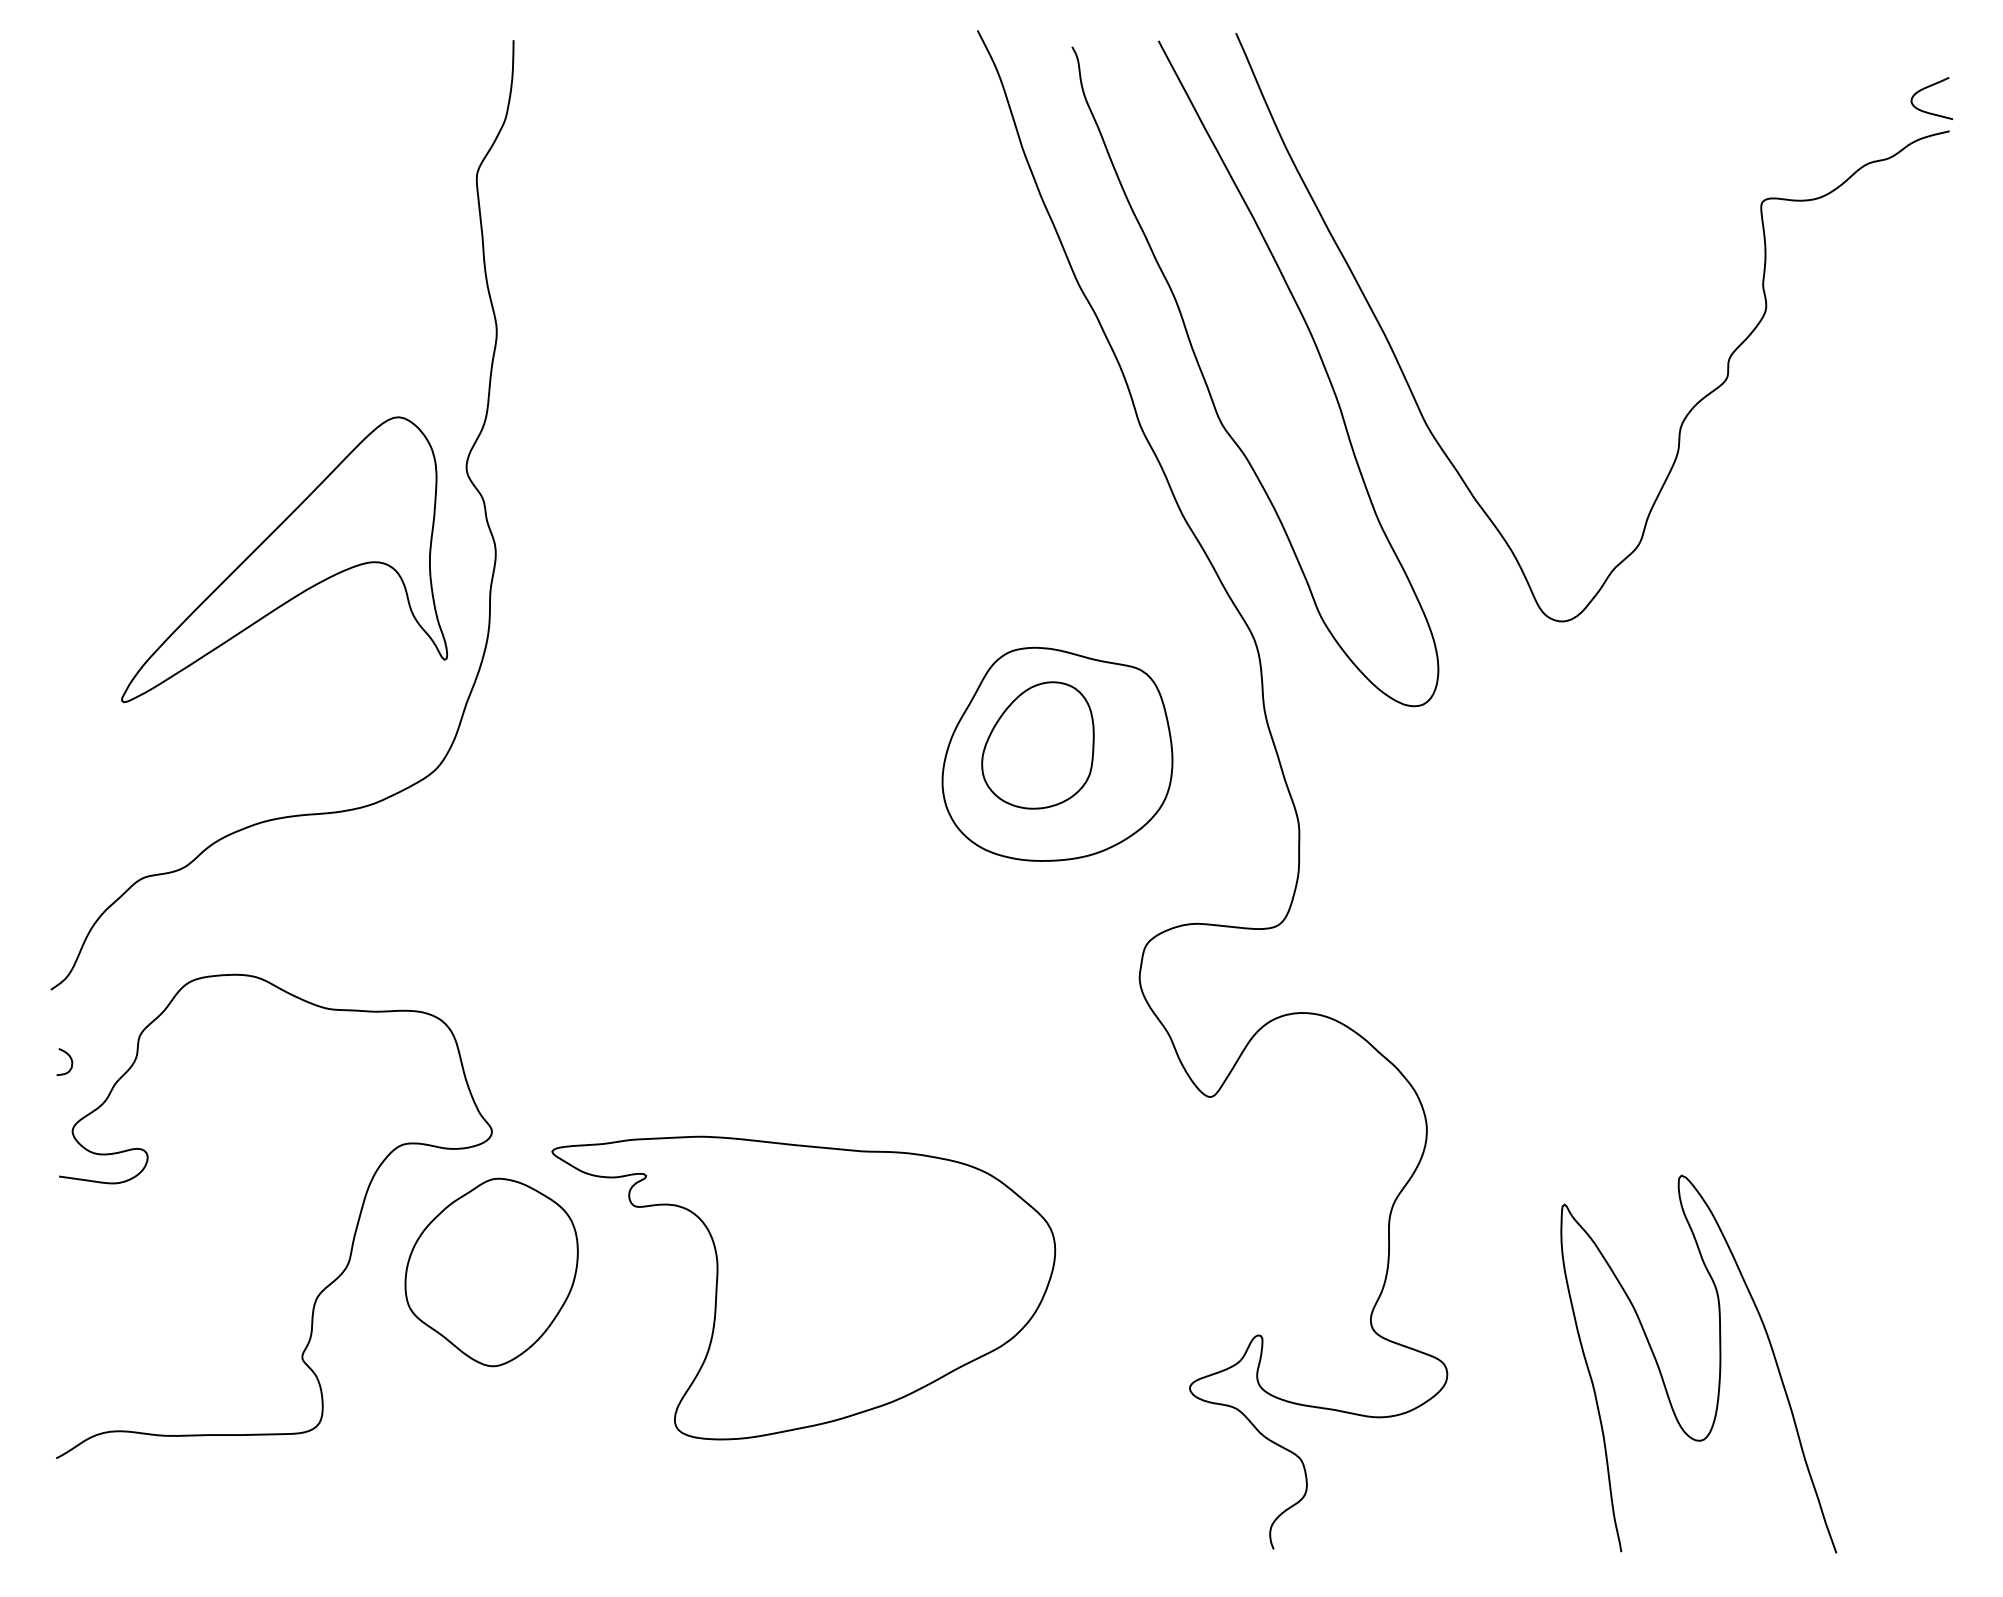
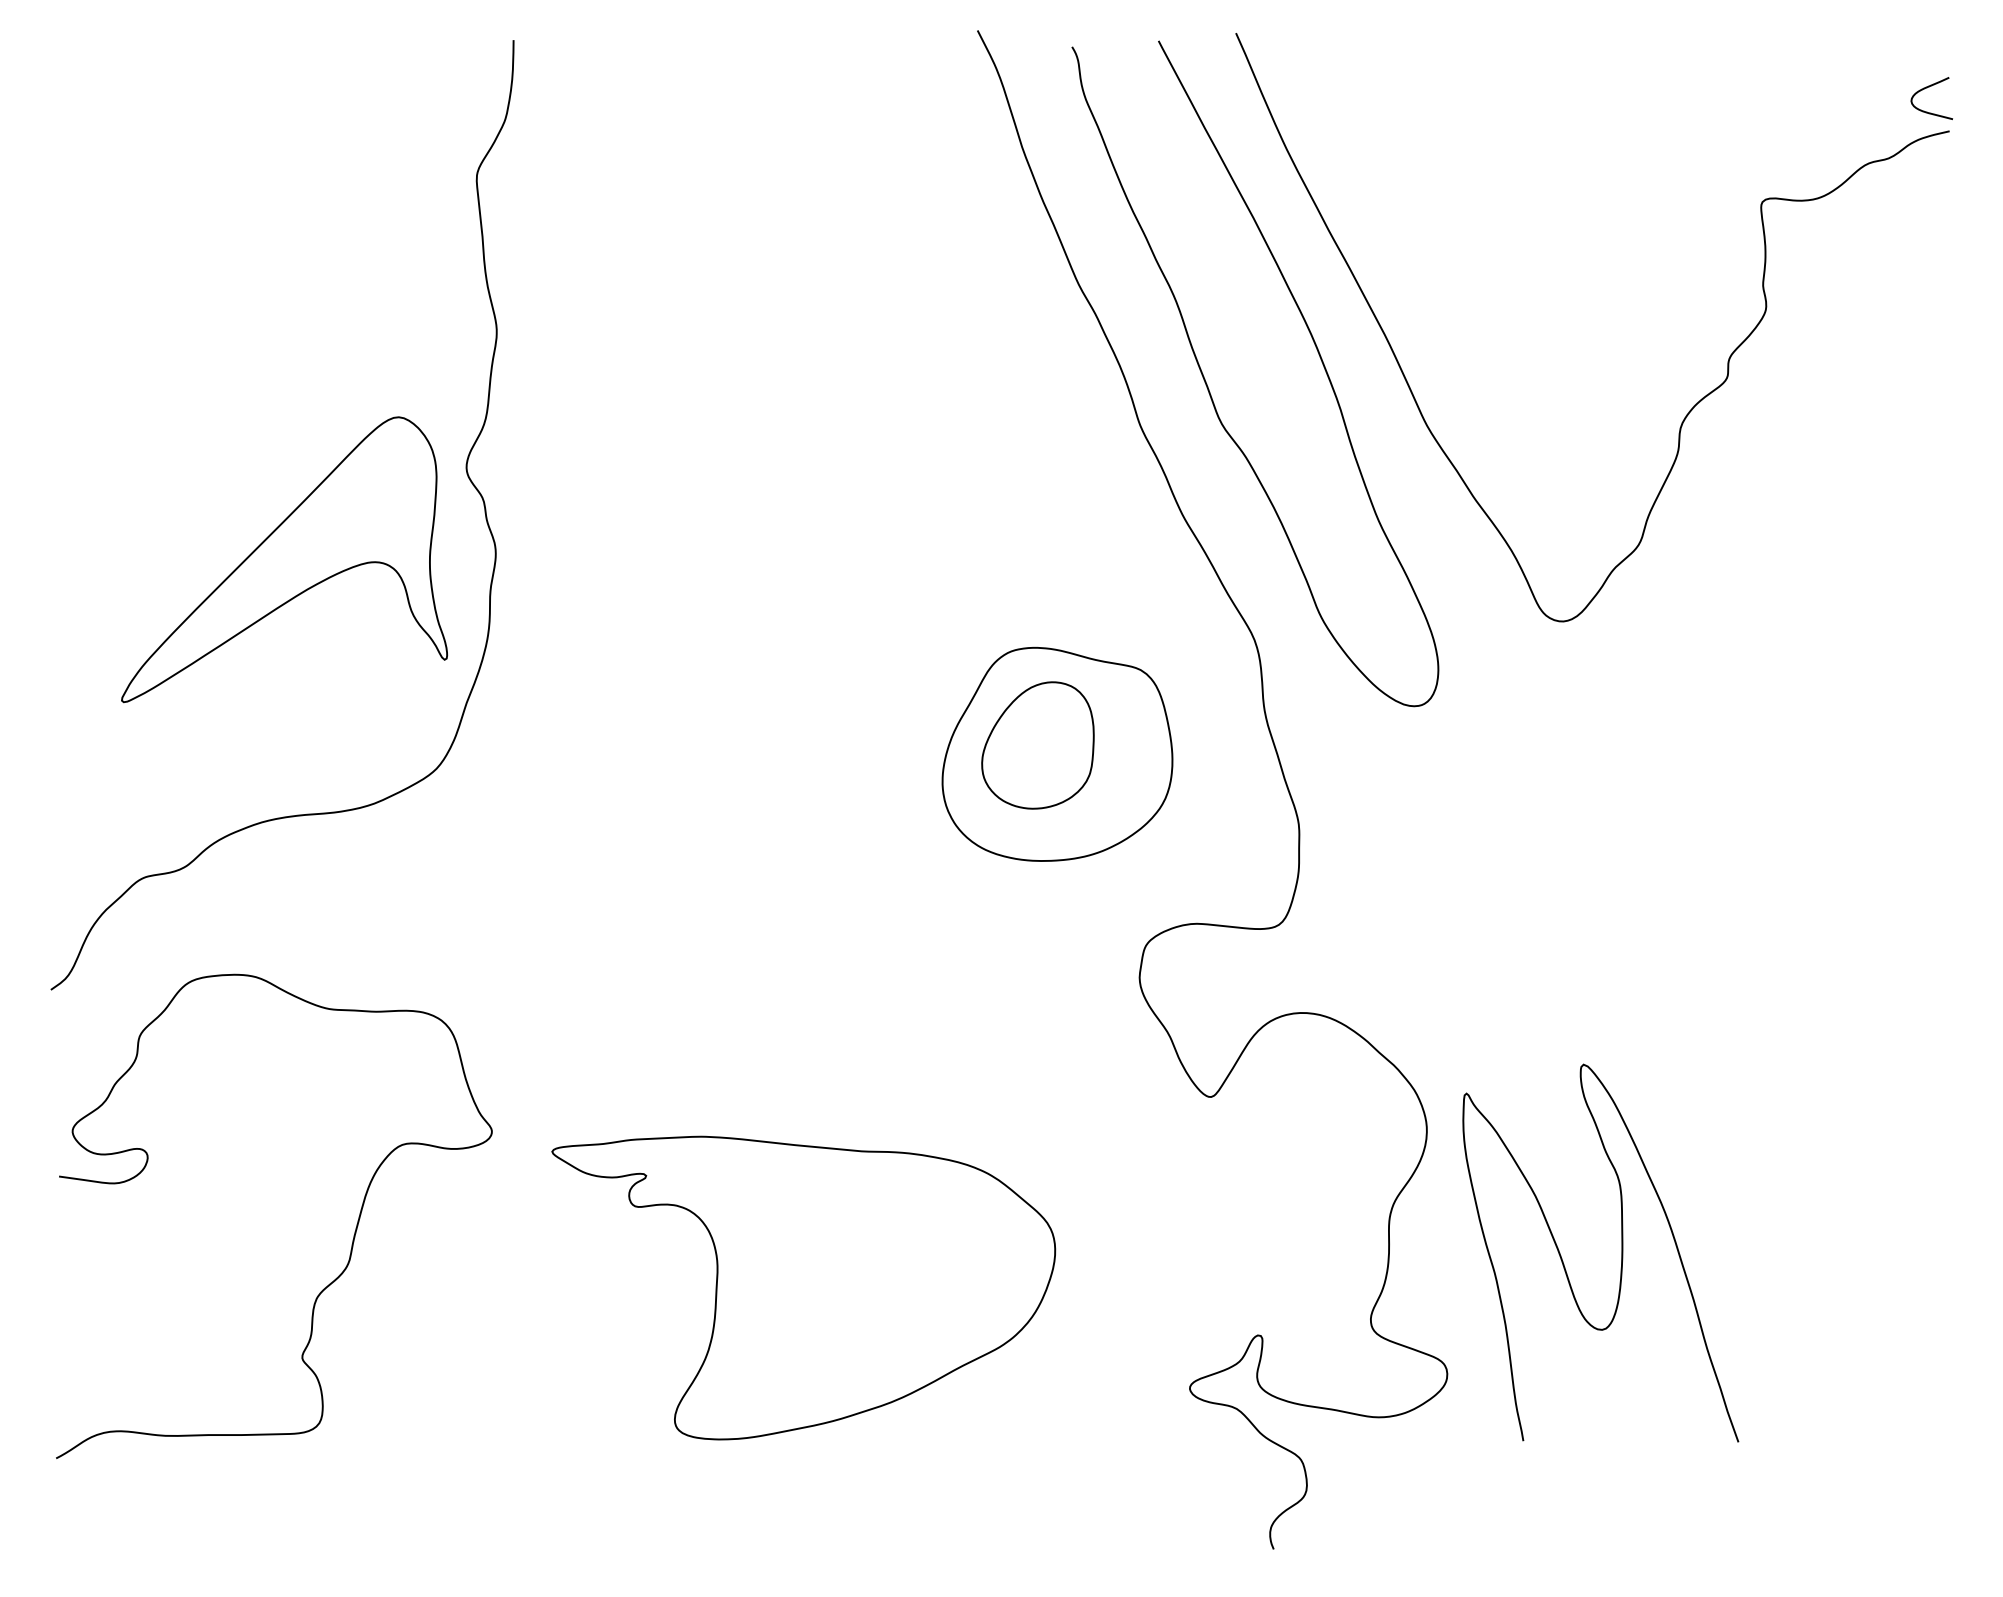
curve at (70, 1059): present -> none
part at (491, 1272): present -> none
curve at (1719, 1363) position: (1719, 1363) -> (1621, 1252)
